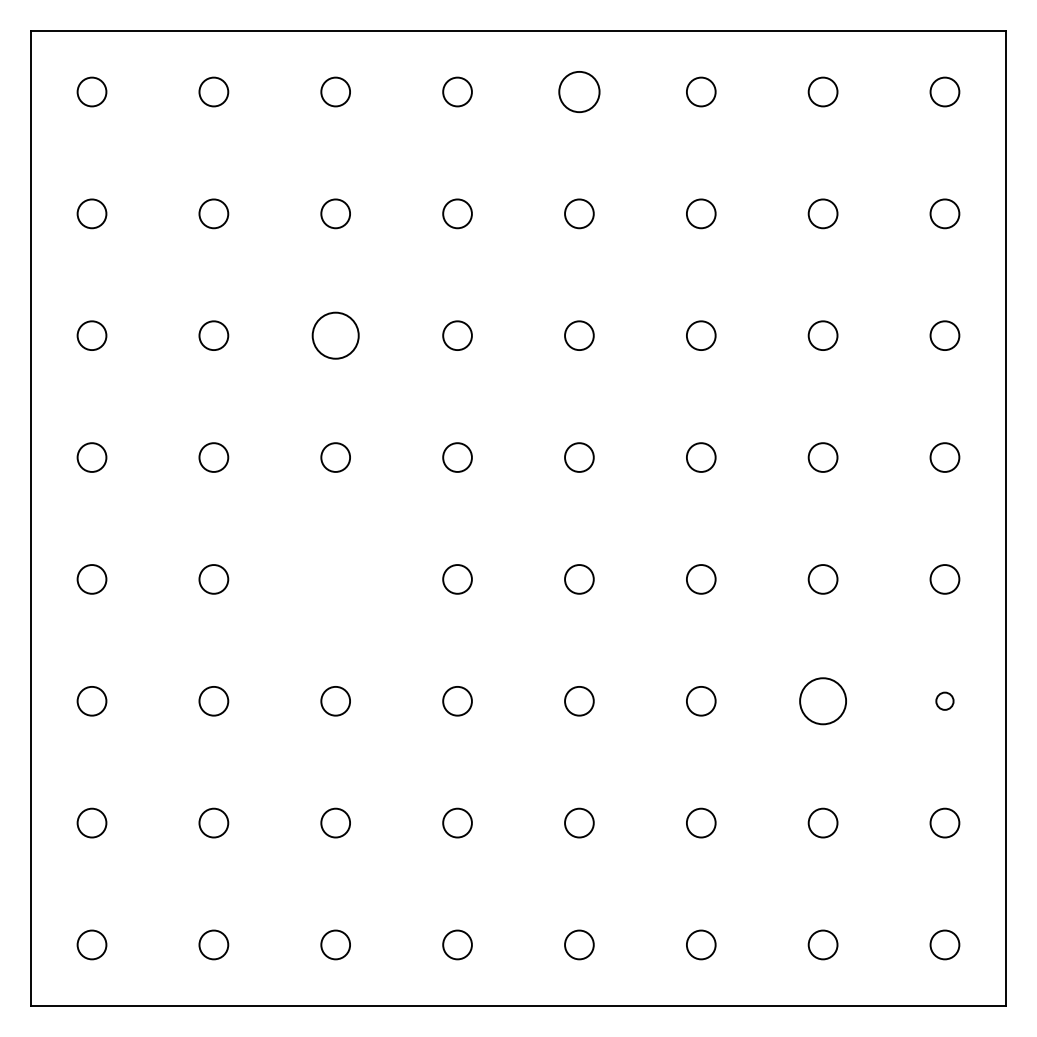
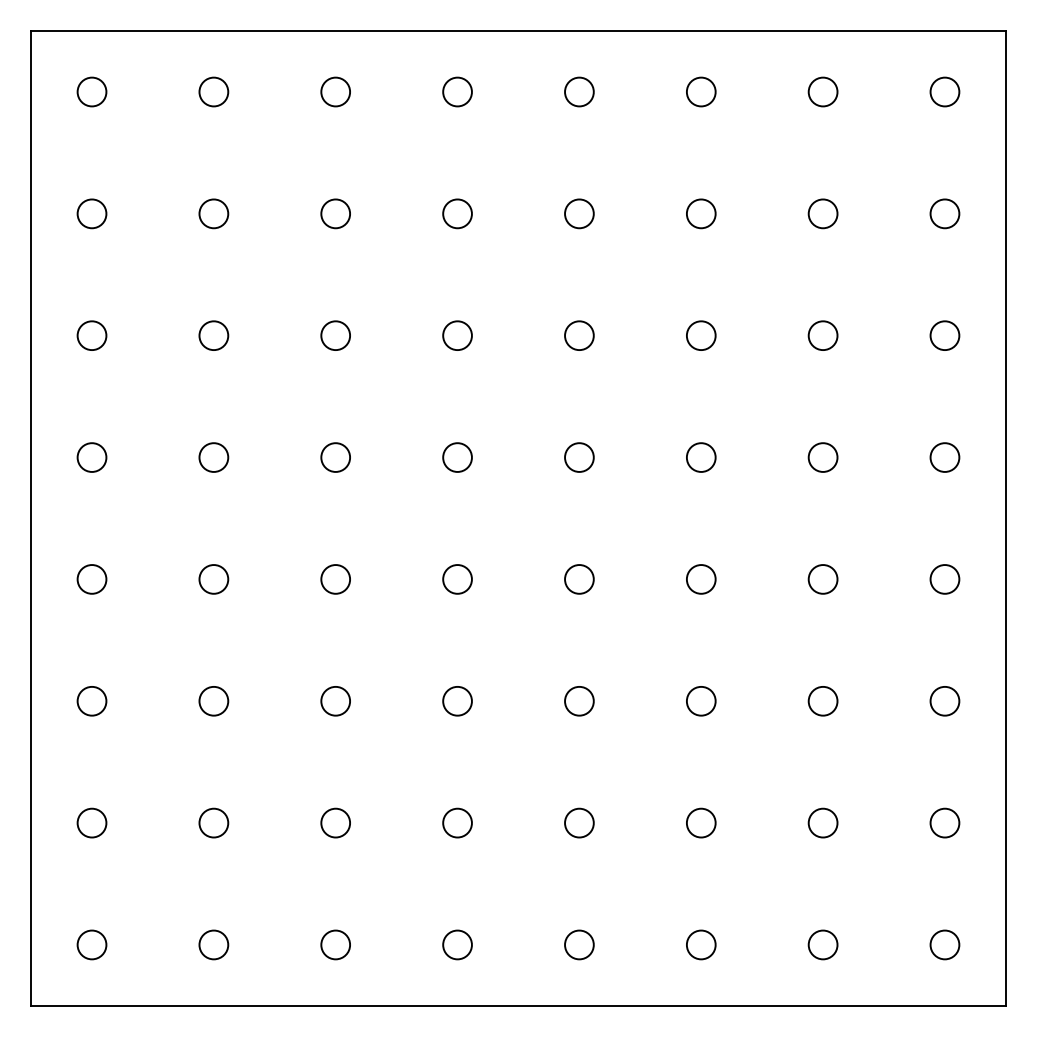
circle at (579, 91) diameter: 40 px -> 29 px
circle at (335, 335) diameter: 46 px -> 29 px
circle at (335, 579): none -> present
circle at (944, 700) diameter: 17 px -> 29 px
circle at (823, 701) diameter: 46 px -> 29 px
